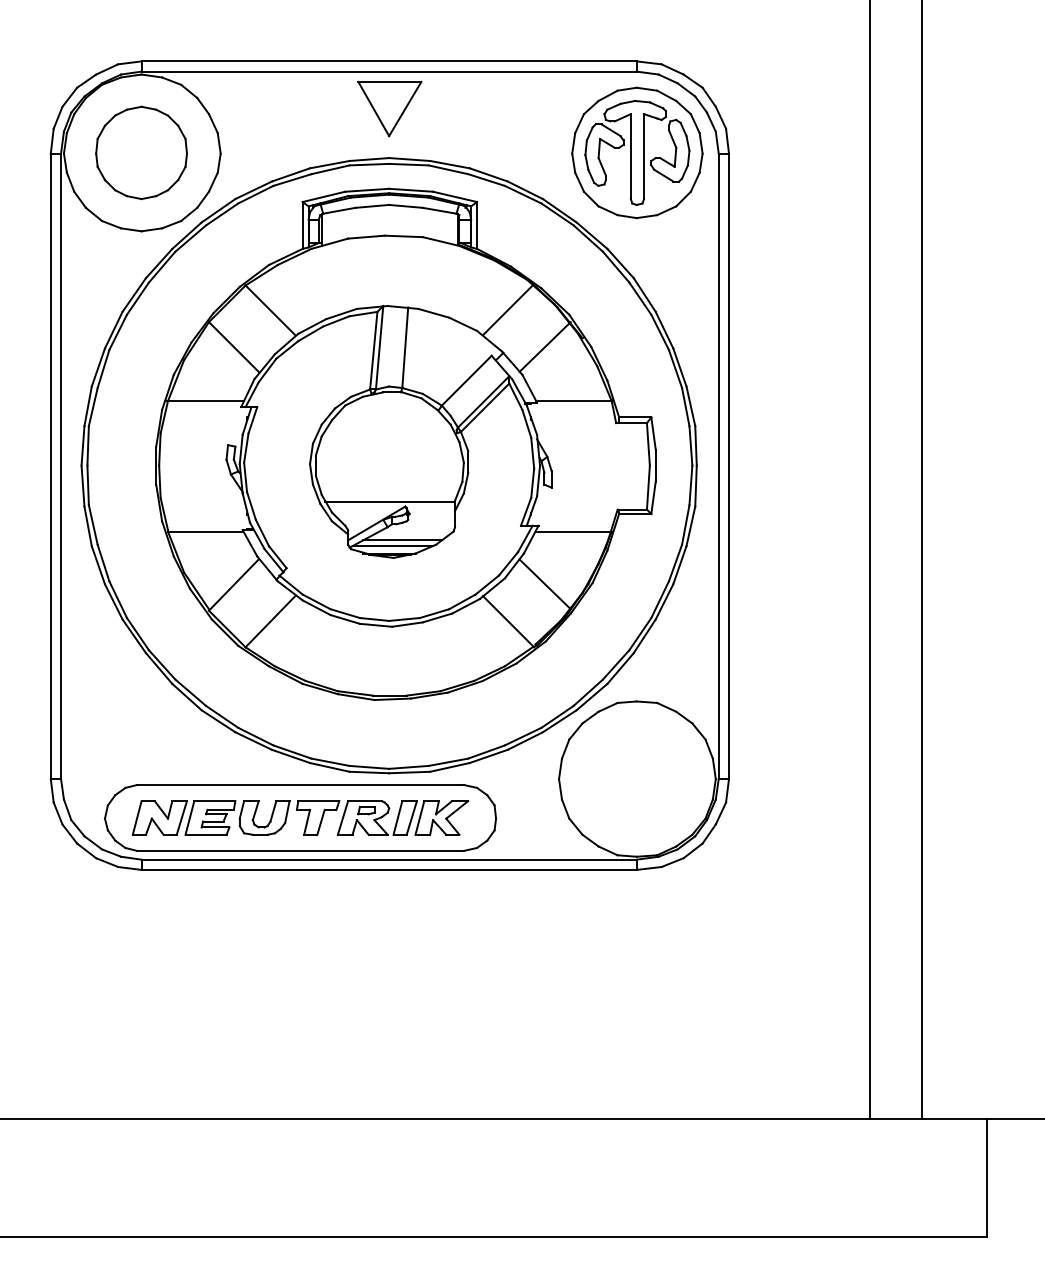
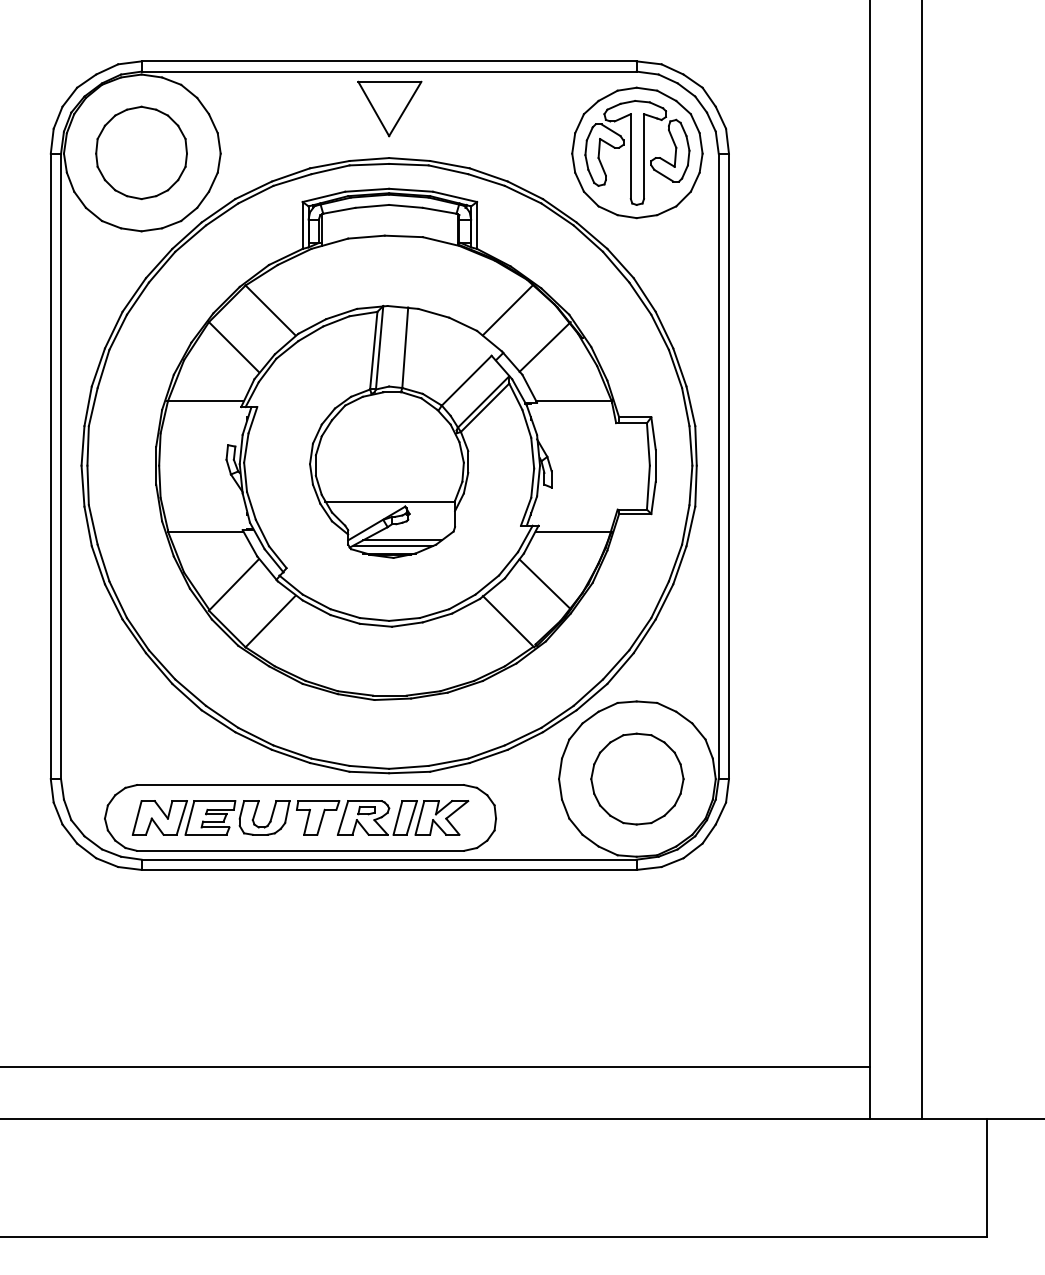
part at (637, 778): none -> present
line at (436, 1066): none -> present
